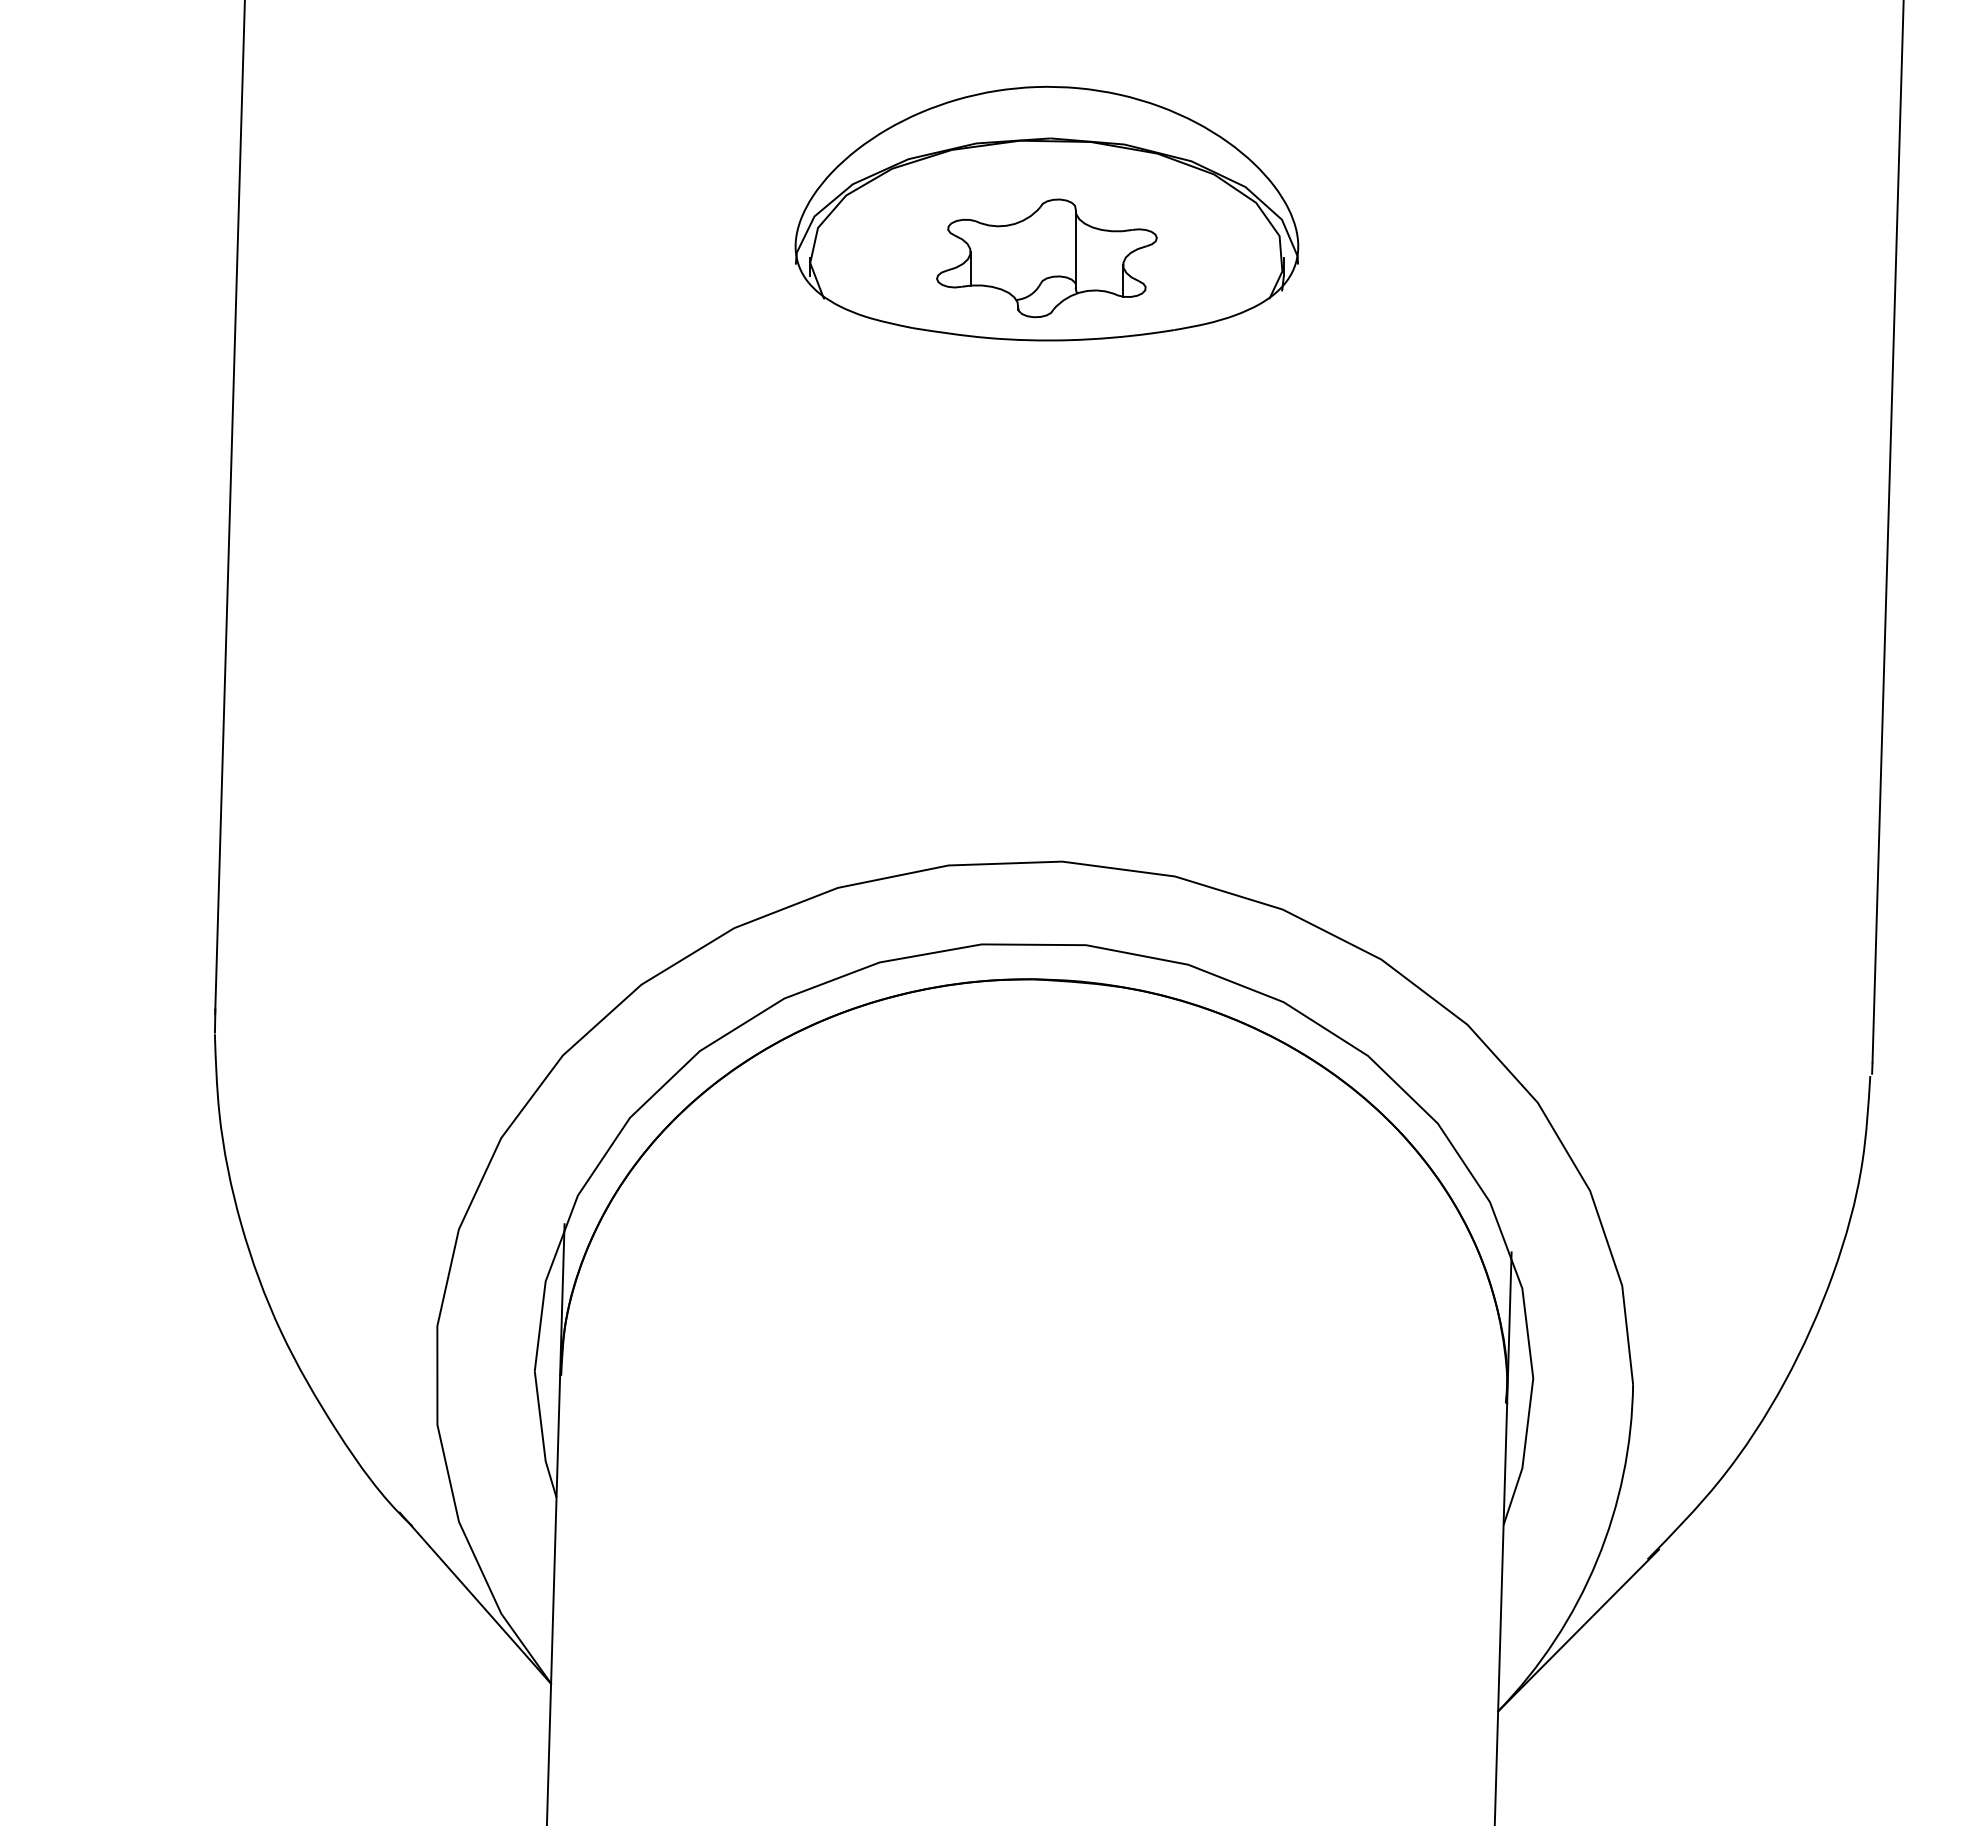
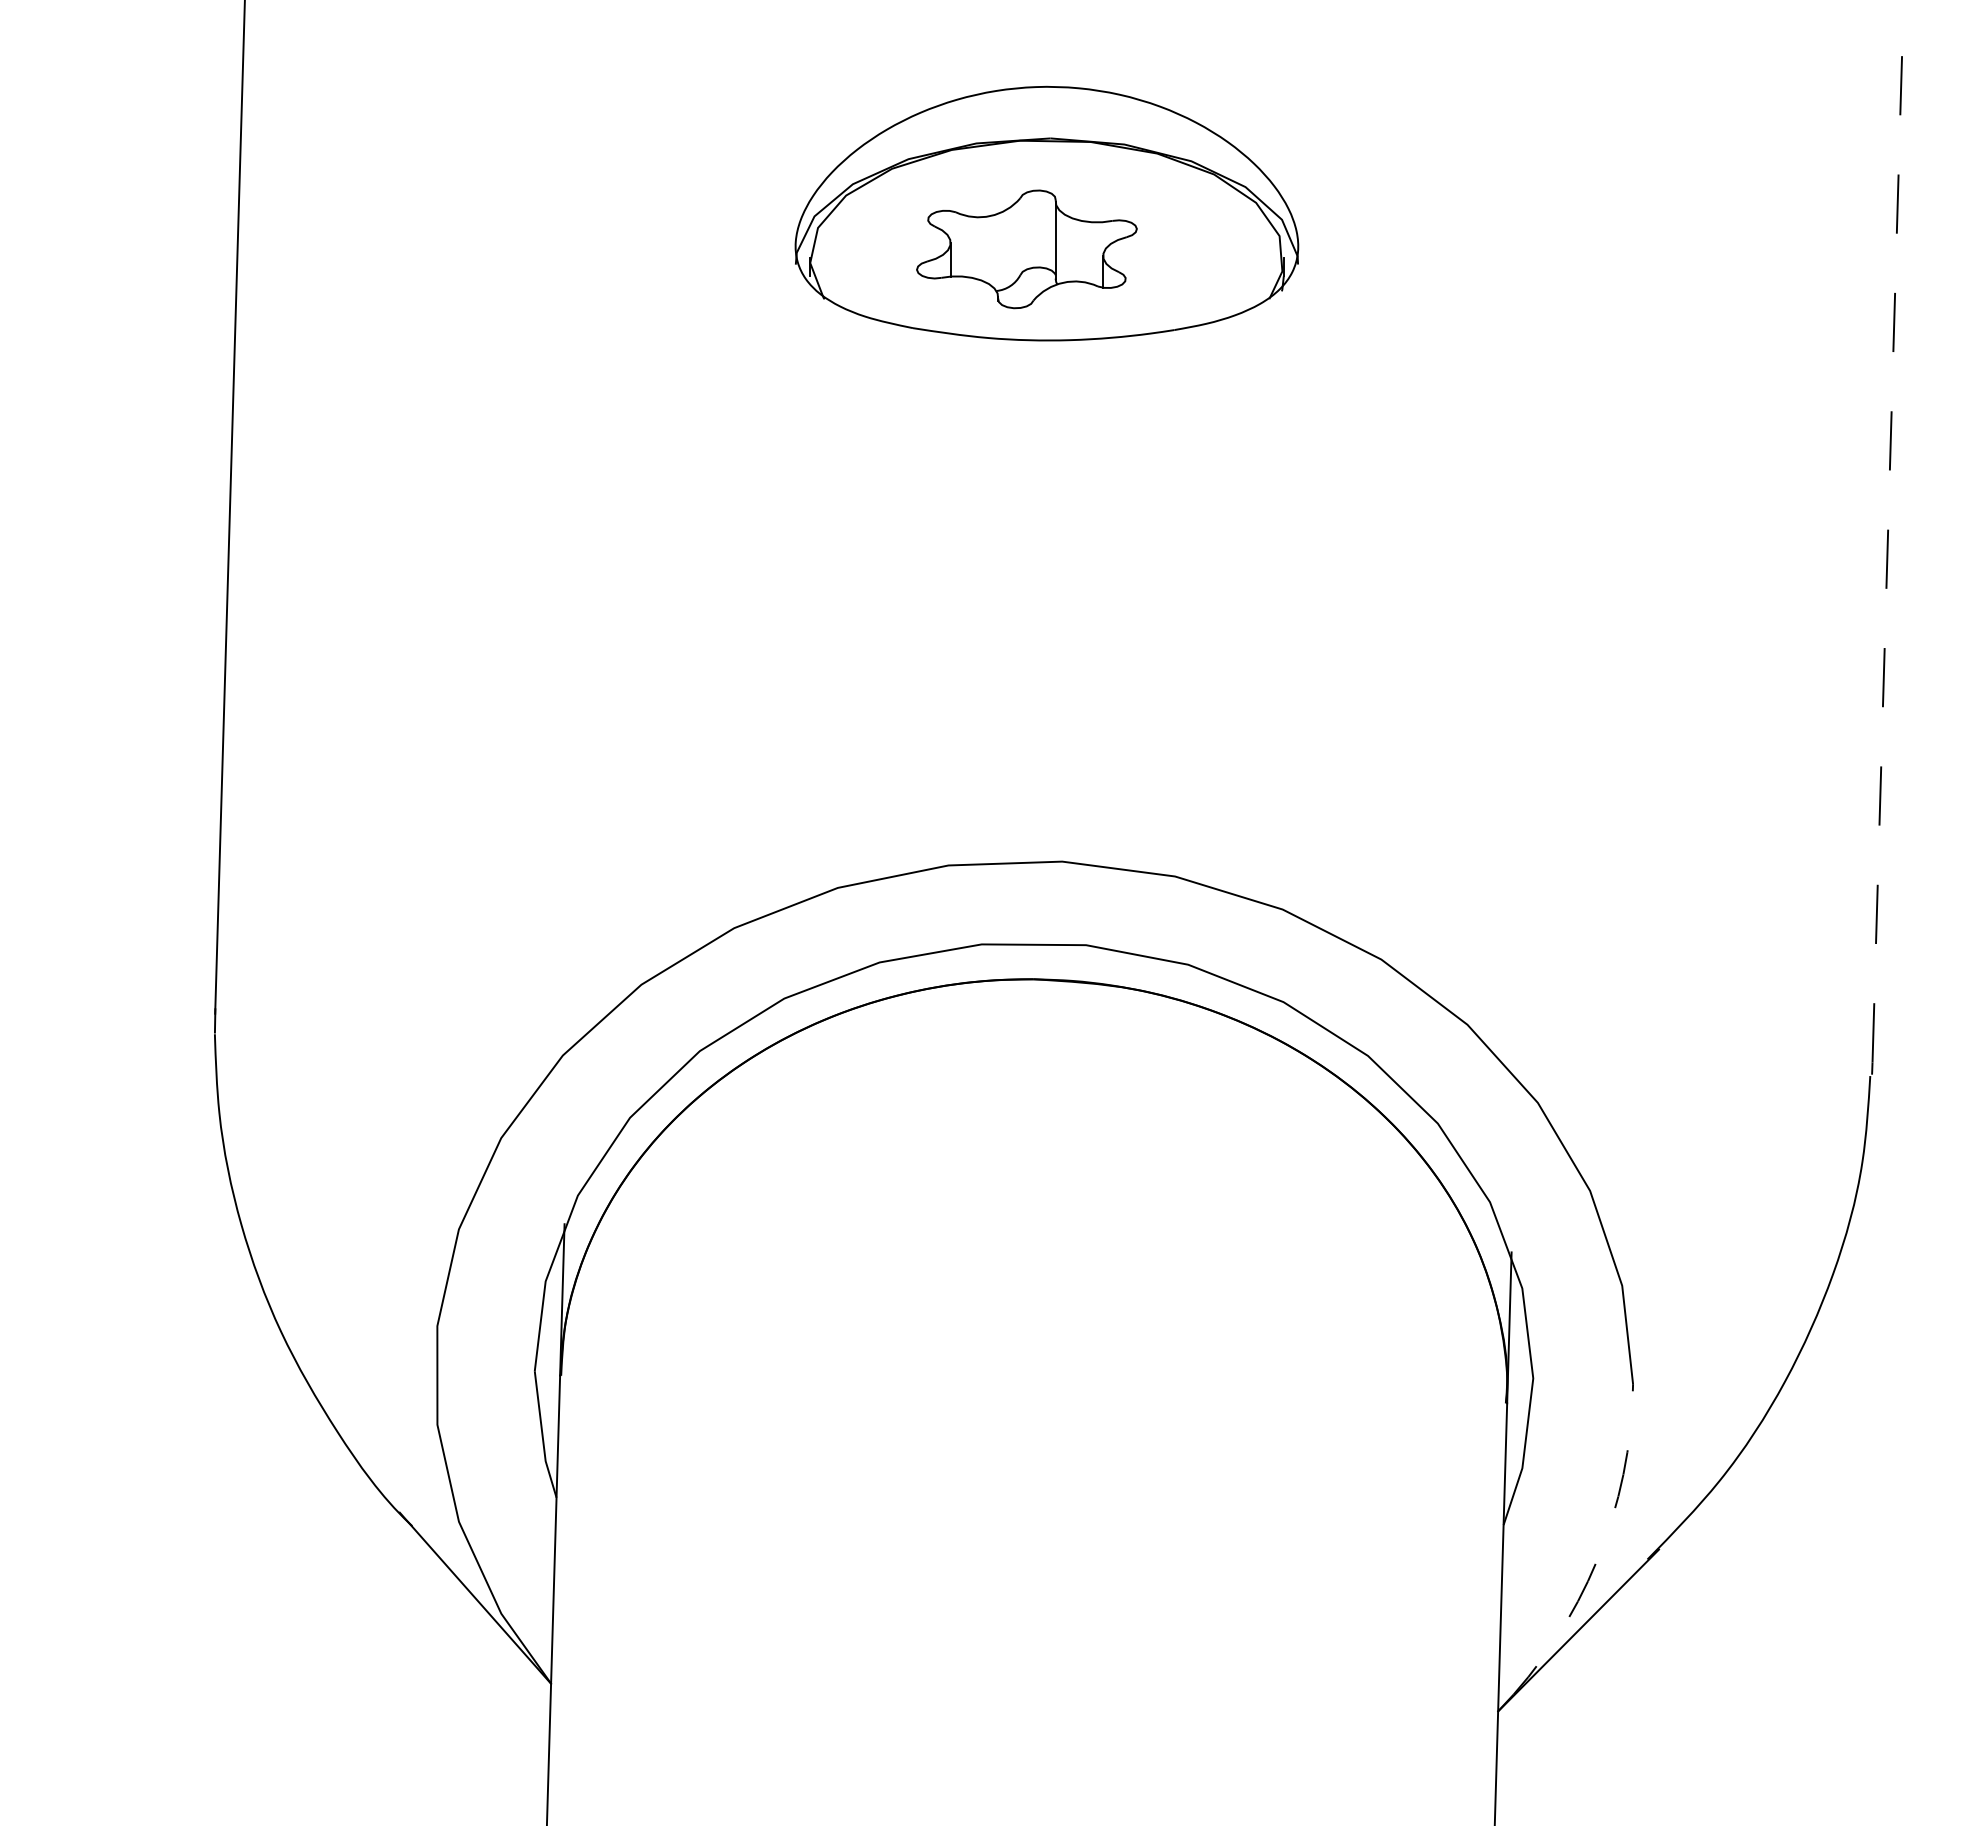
part at (1046, 258) position: (1046, 258) -> (1026, 249)
line at (1888, 530): solid -> dashed
arc at (1597, 1560): solid -> dashed
